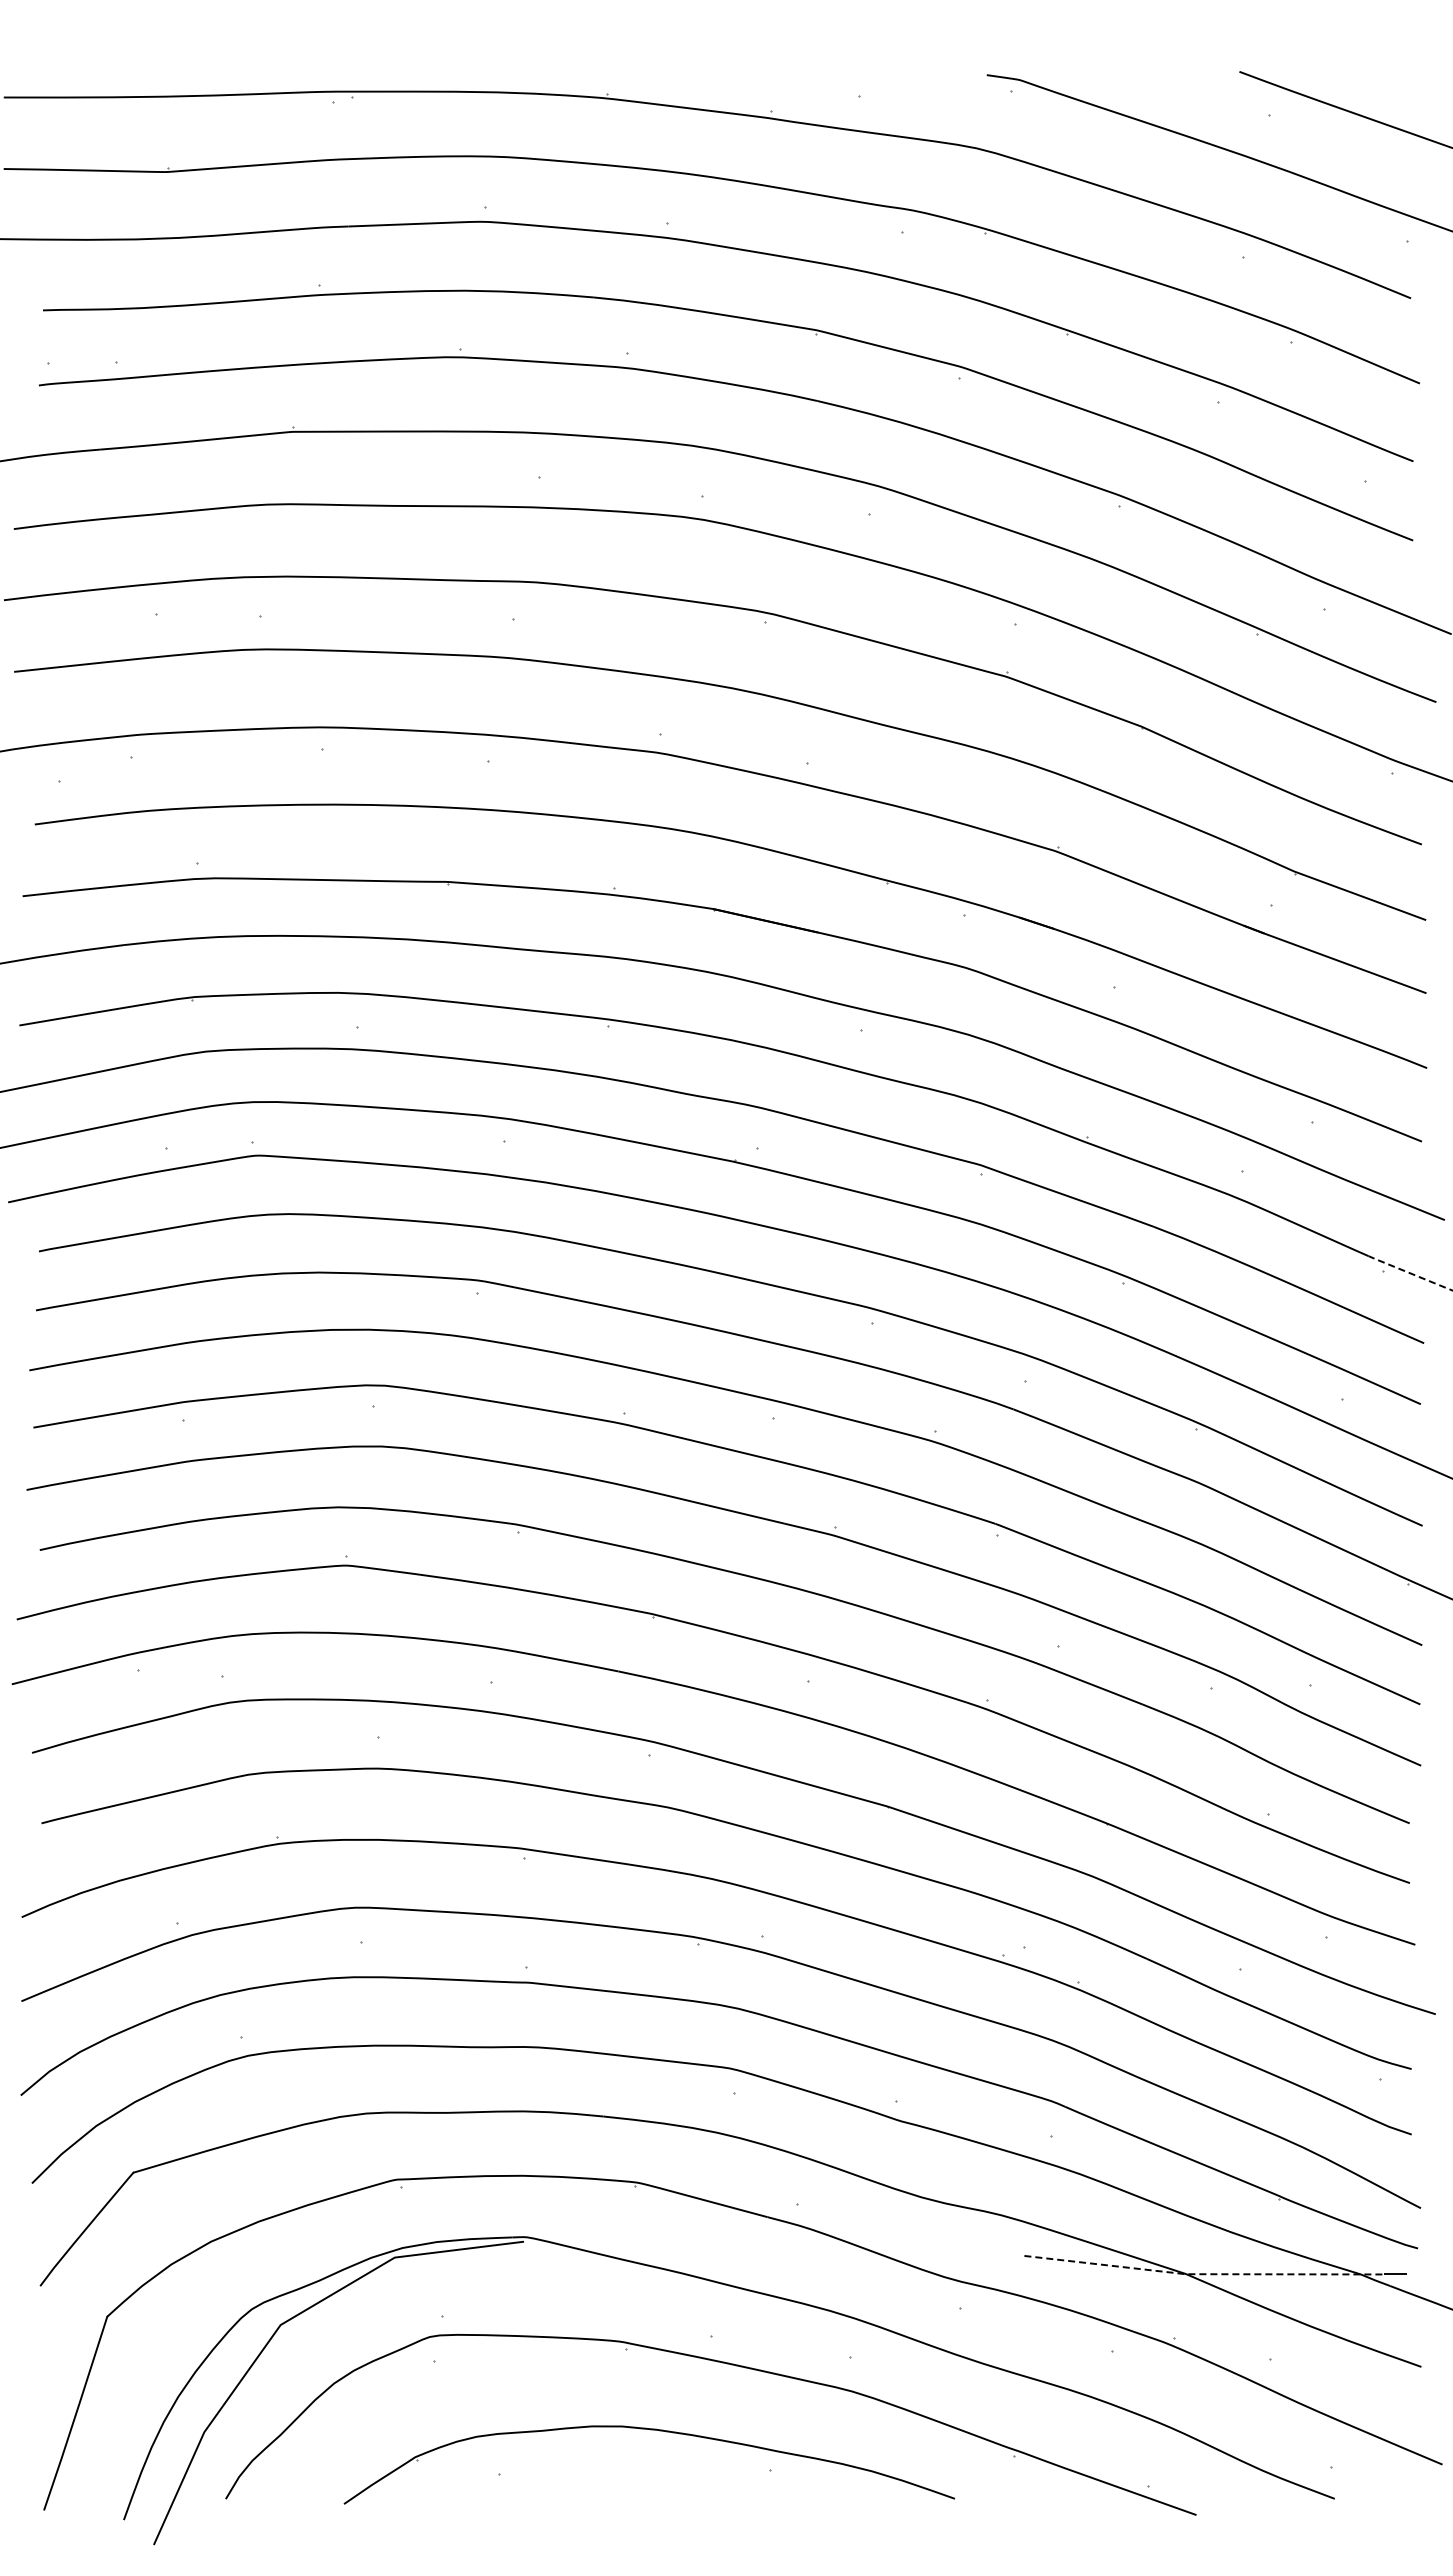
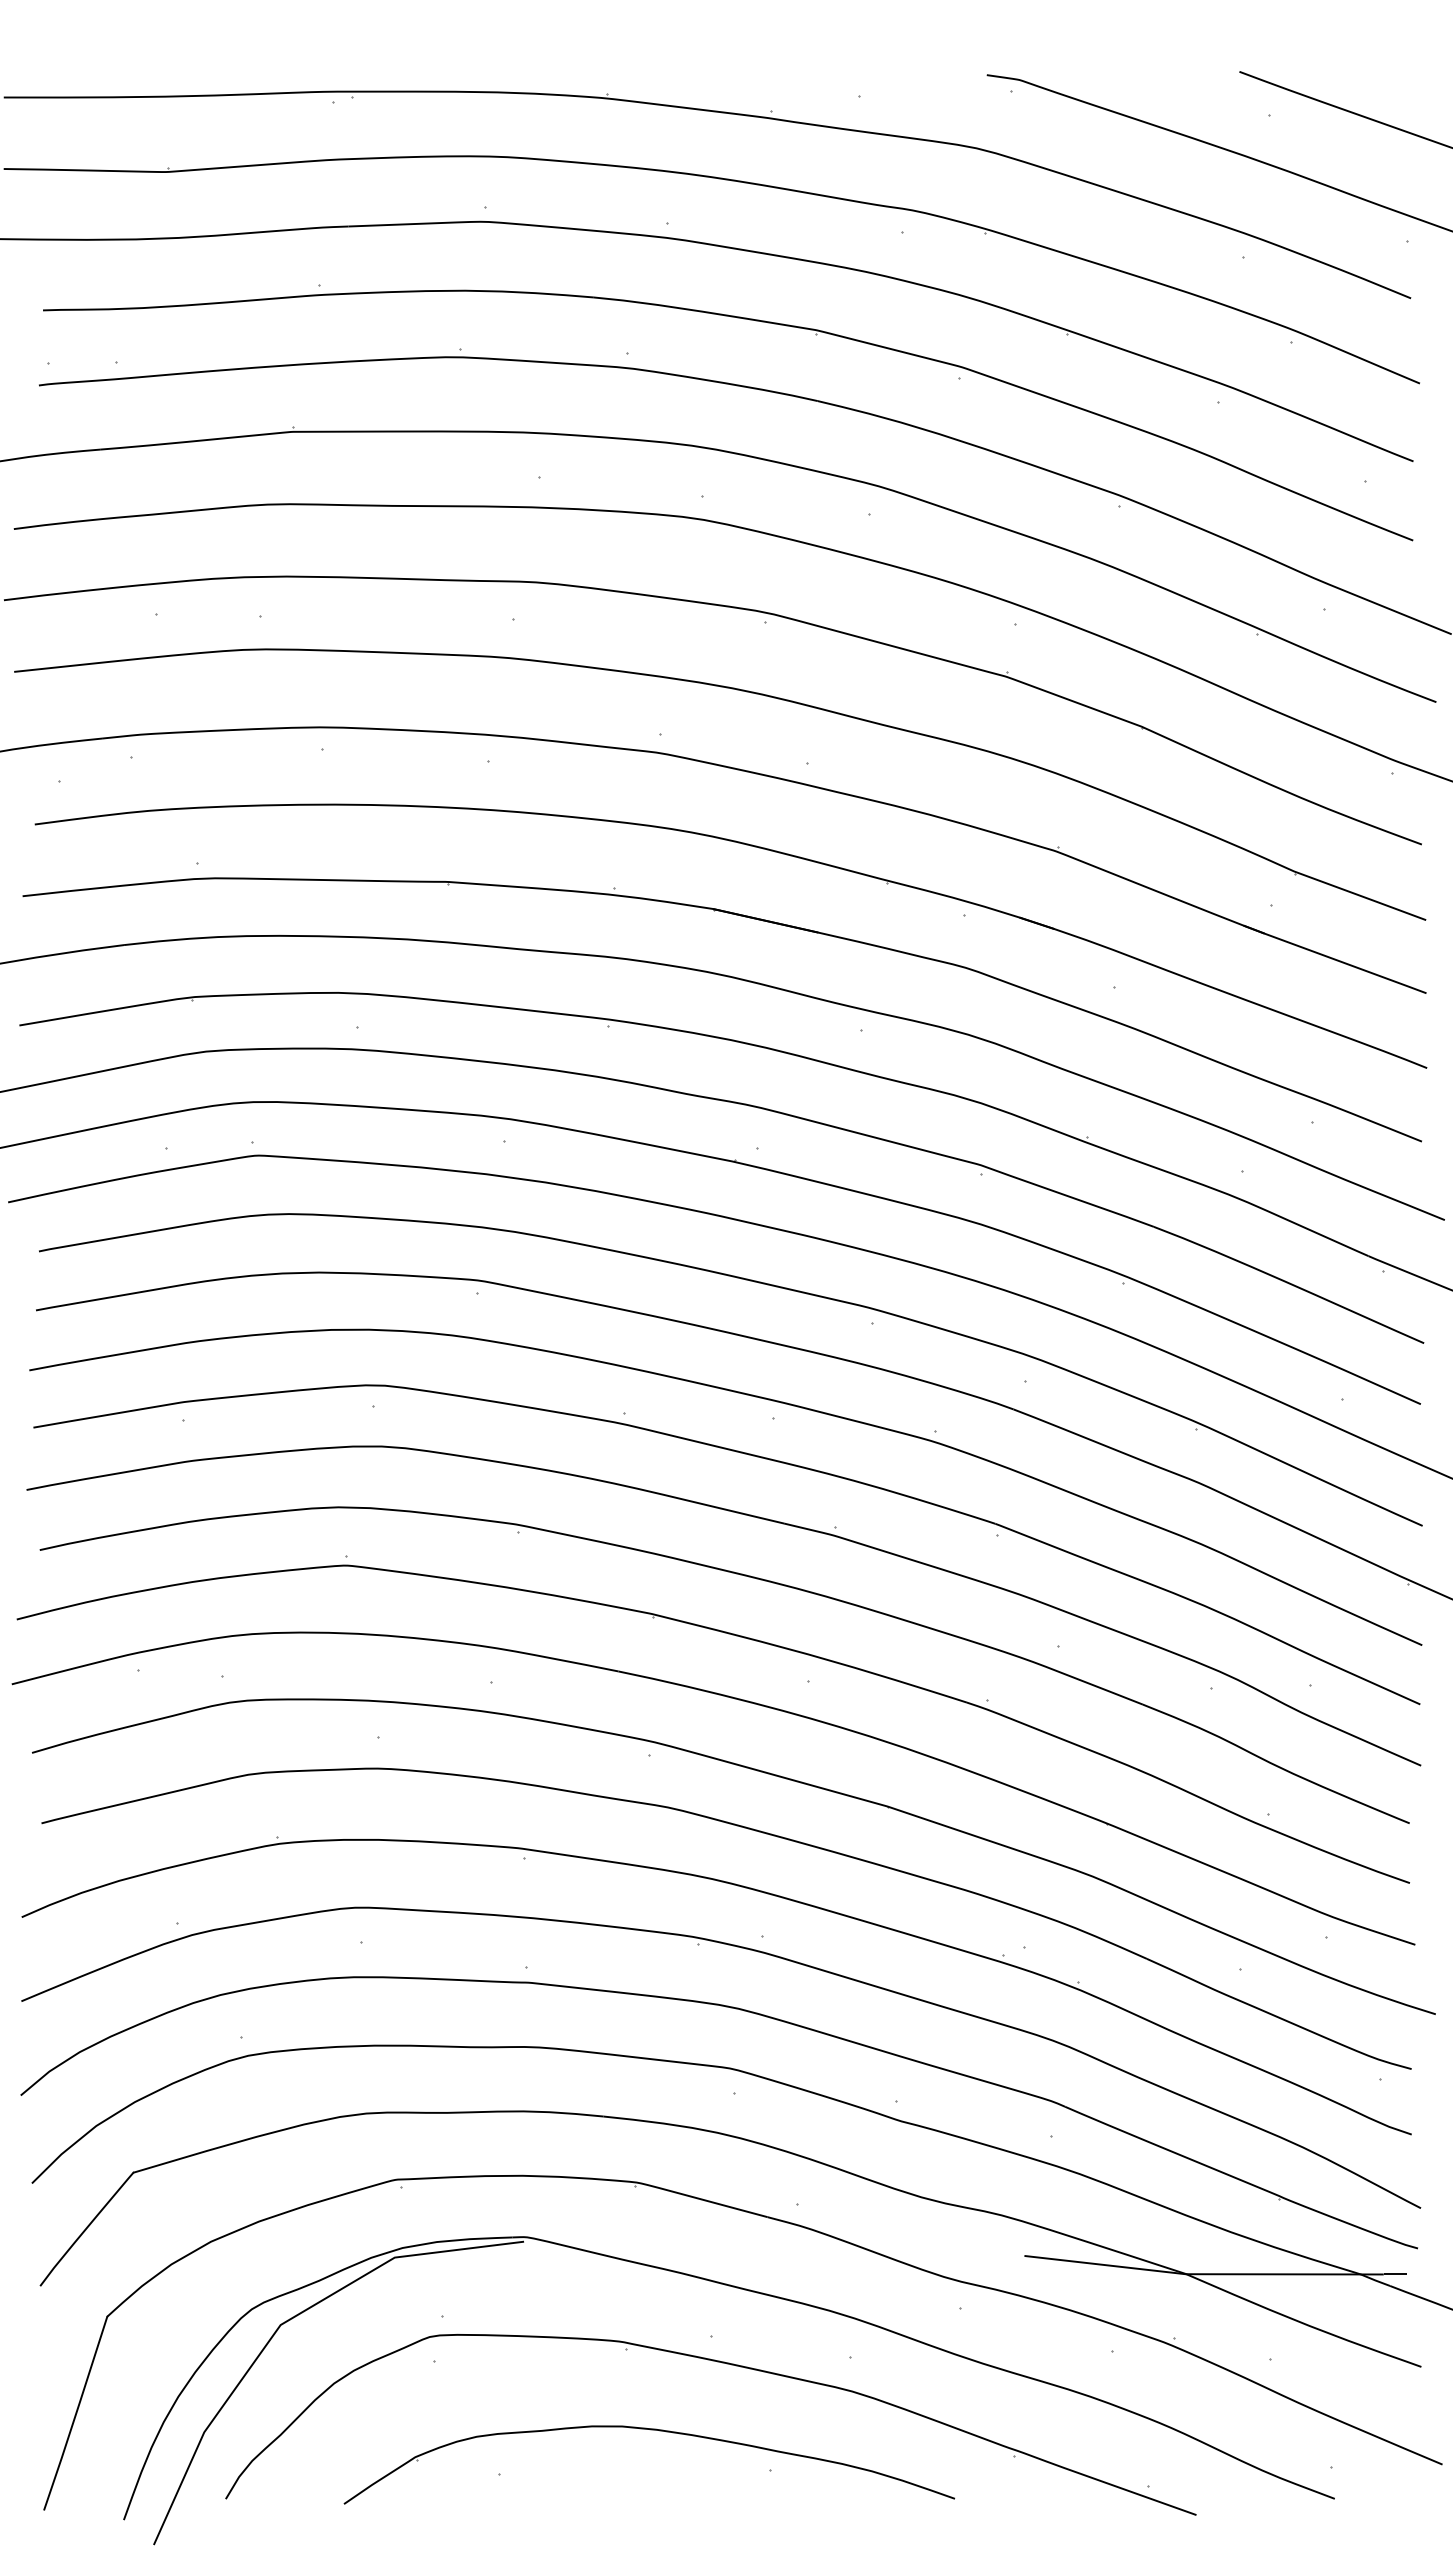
line at (1409, 1272): dashed -> solid
line at (1203, 2274): dashed -> solid
